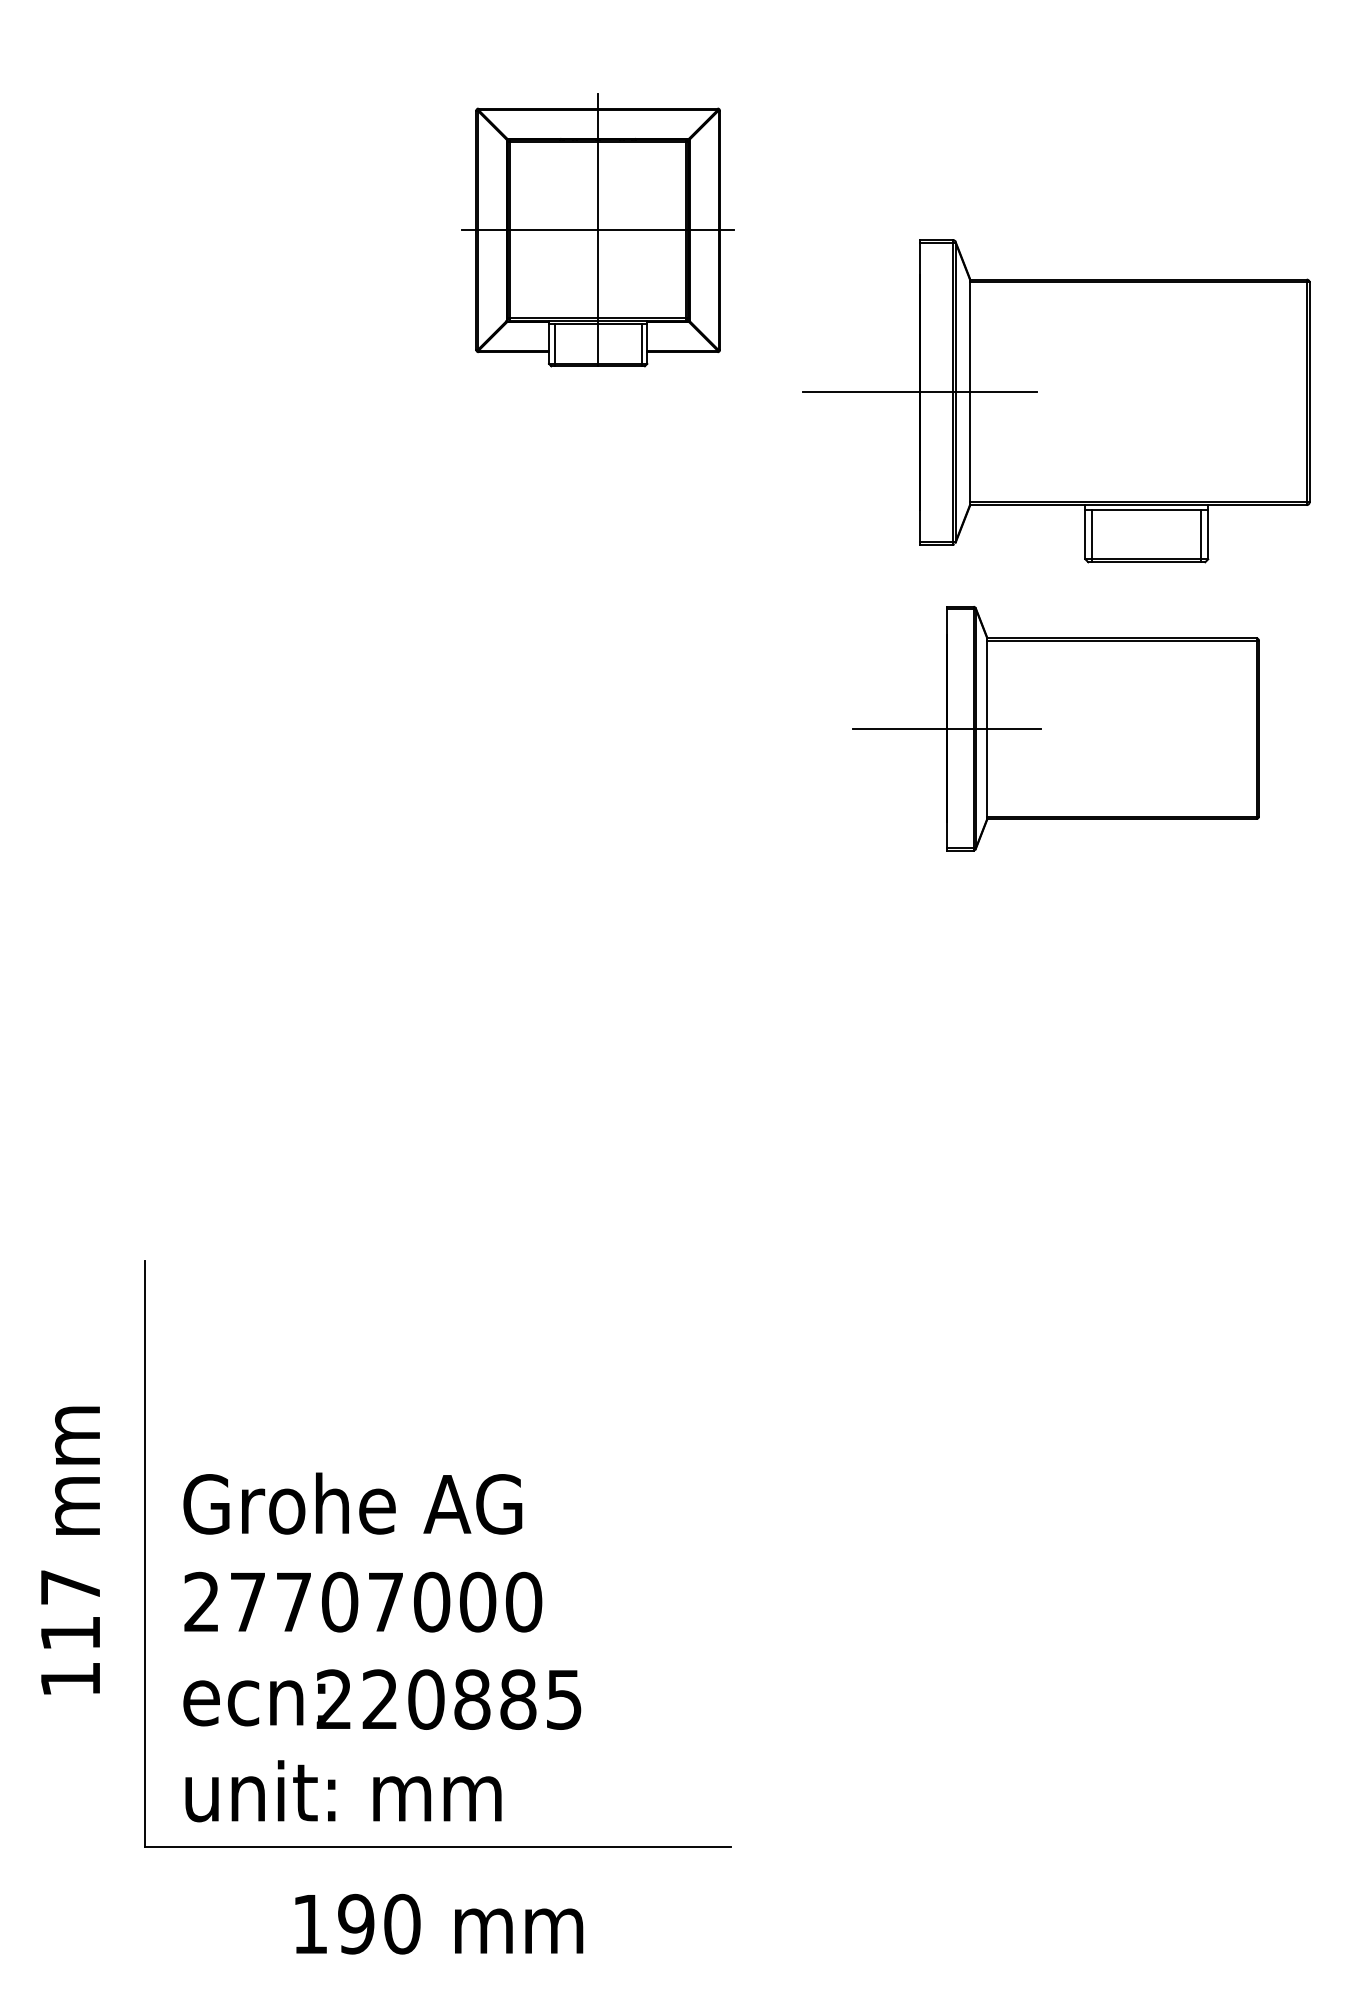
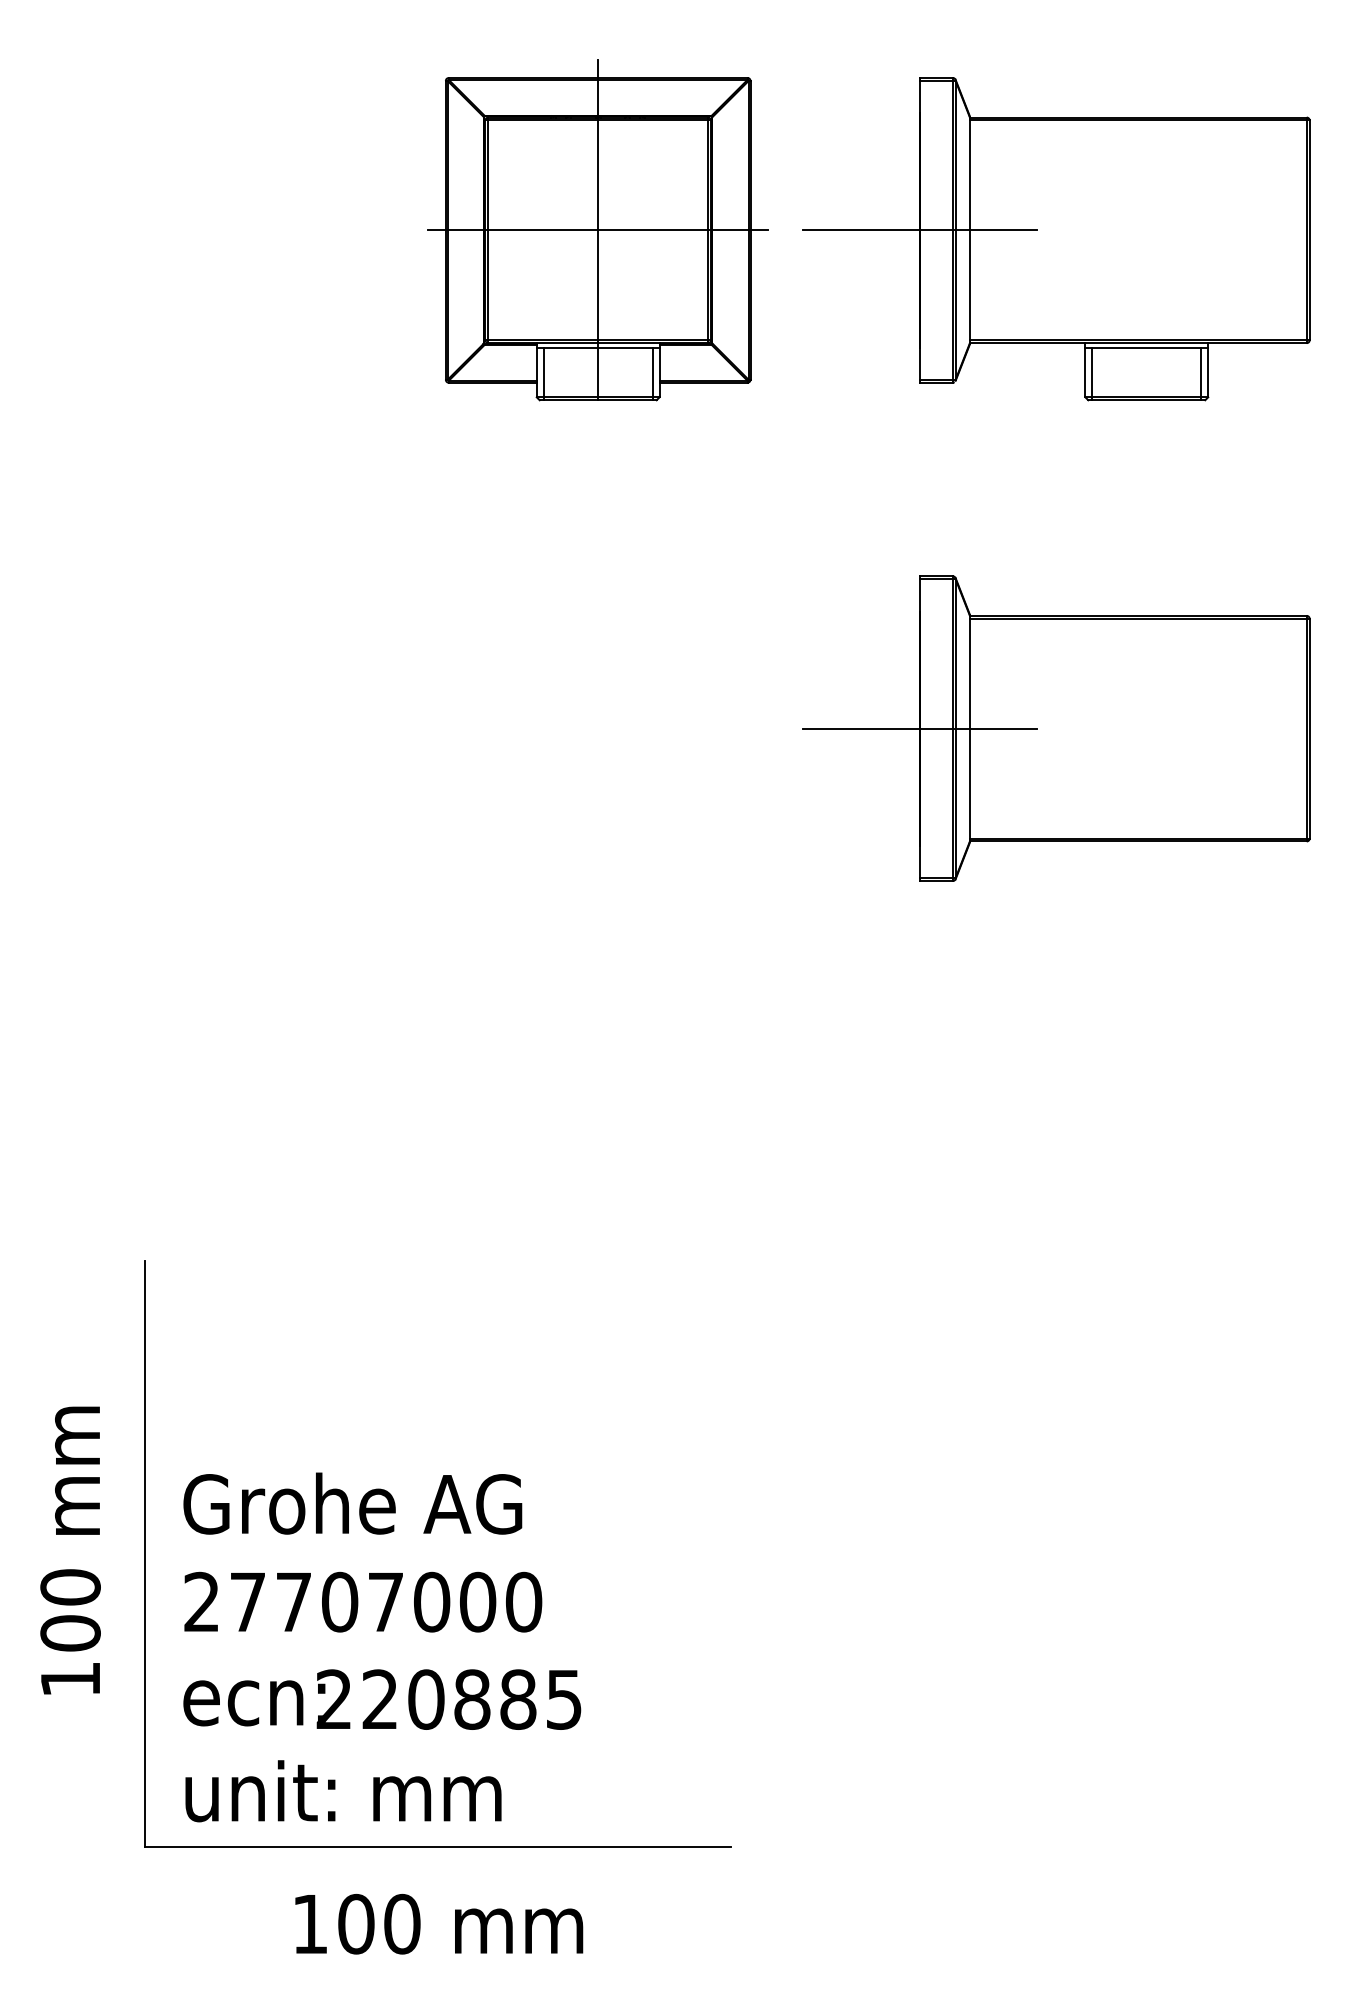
part at (597, 230) size: 274x275 px -> 342x343 px
part at (1056, 401) position: (1056, 401) -> (1056, 239)
part at (1055, 728) size: 408x246 px -> 509x307 px
text at (70, 1610): 117 -> 100
text at (356, 1924): 190 -> 100
